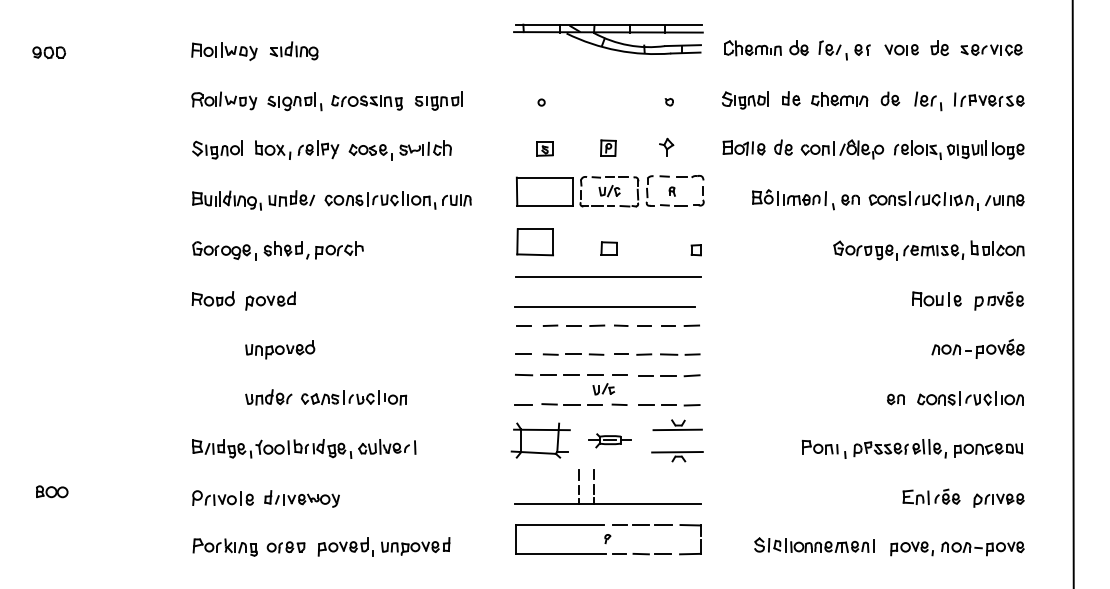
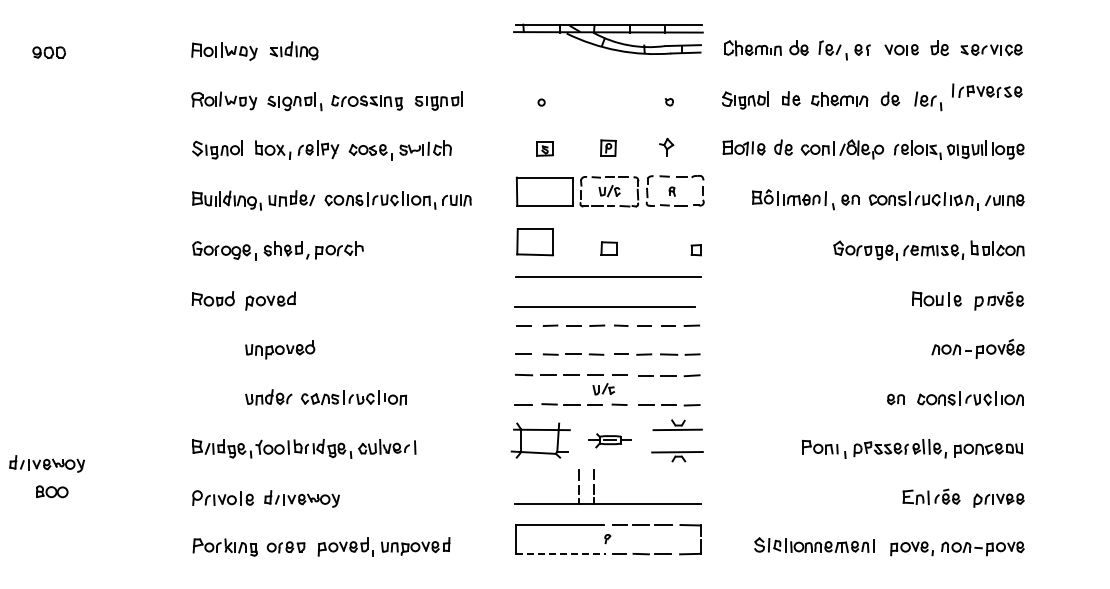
part at (989, 99) position: (989, 99) -> (987, 90)
line at (1072, 293): present -> none
part at (46, 463): none -> present
line at (561, 553): solid -> dashed
